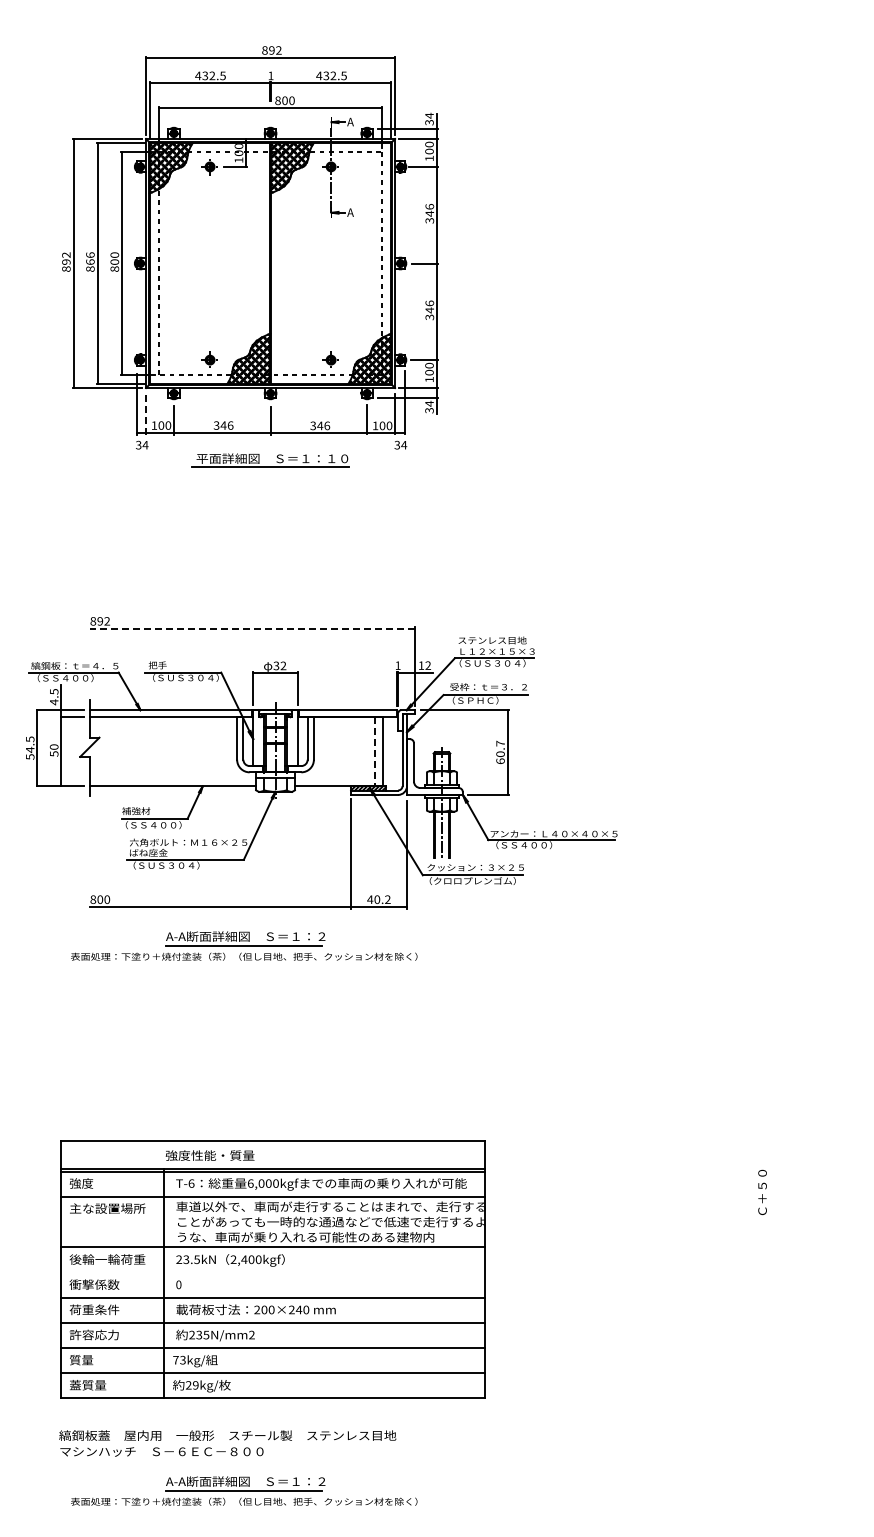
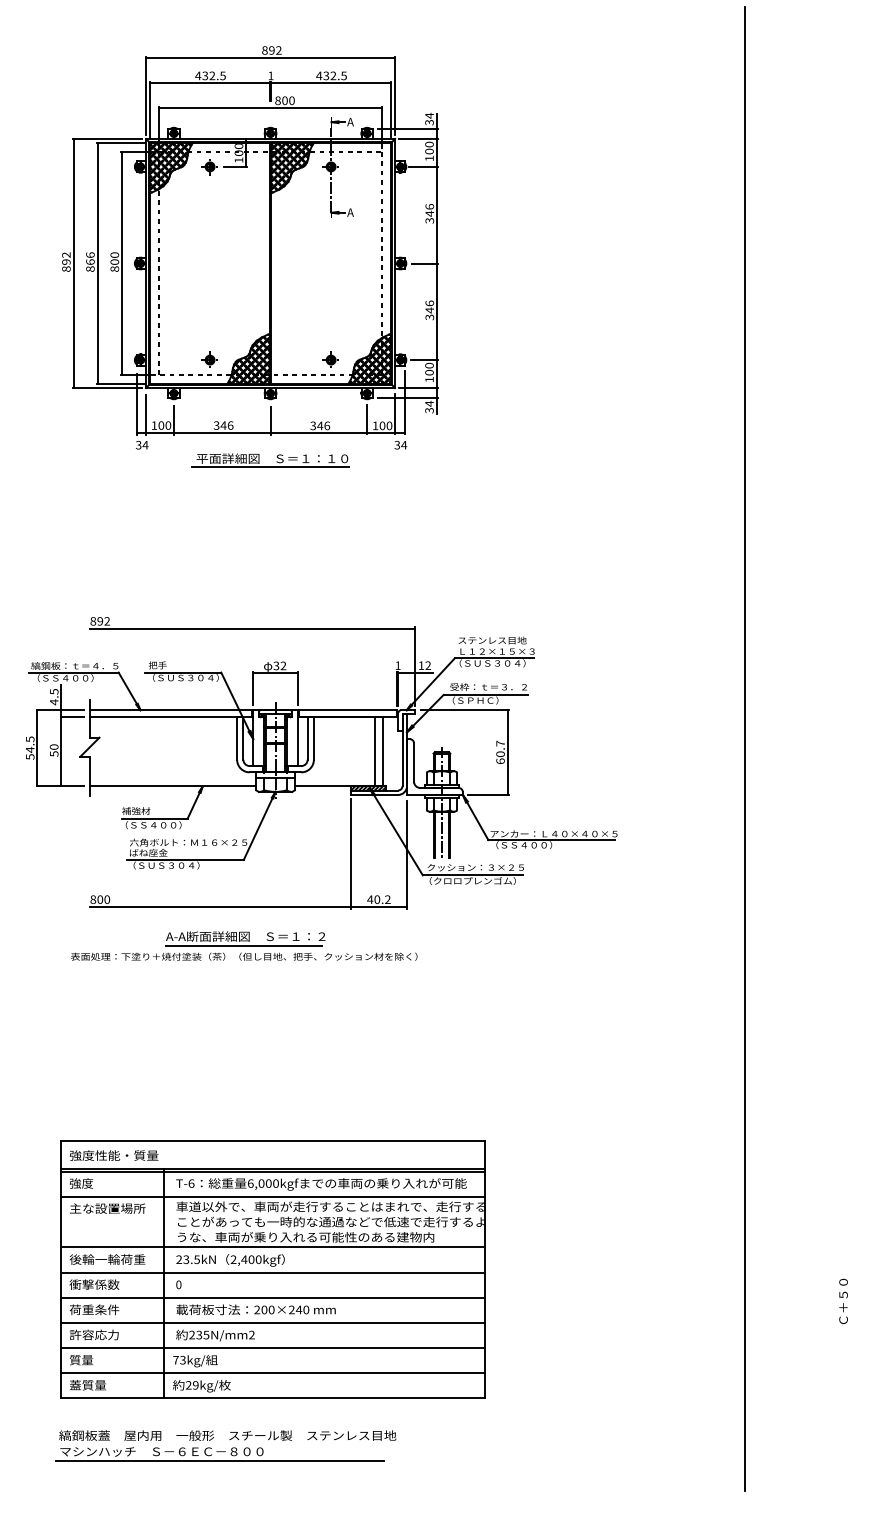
line at (146, 414): dashed -> solid
line at (252, 628): dashed -> solid
line at (745, 748): none -> present
line at (374, 751): dashed -> solid
text at (209, 1155) position: (209, 1155) -> (113, 1155)
text at (762, 1192) position: (762, 1192) -> (843, 1301)
line at (272, 1272): none -> present
line at (220, 1460): none -> present
part at (244, 1490): present -> none
